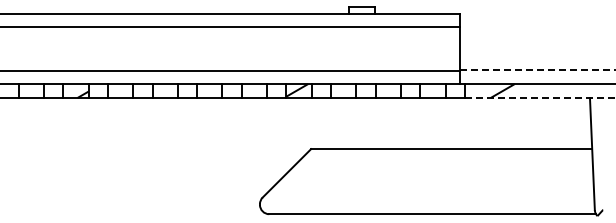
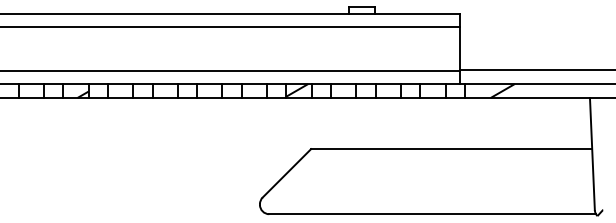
line at (538, 70): dashed -> solid
line at (540, 98): dashed -> solid
